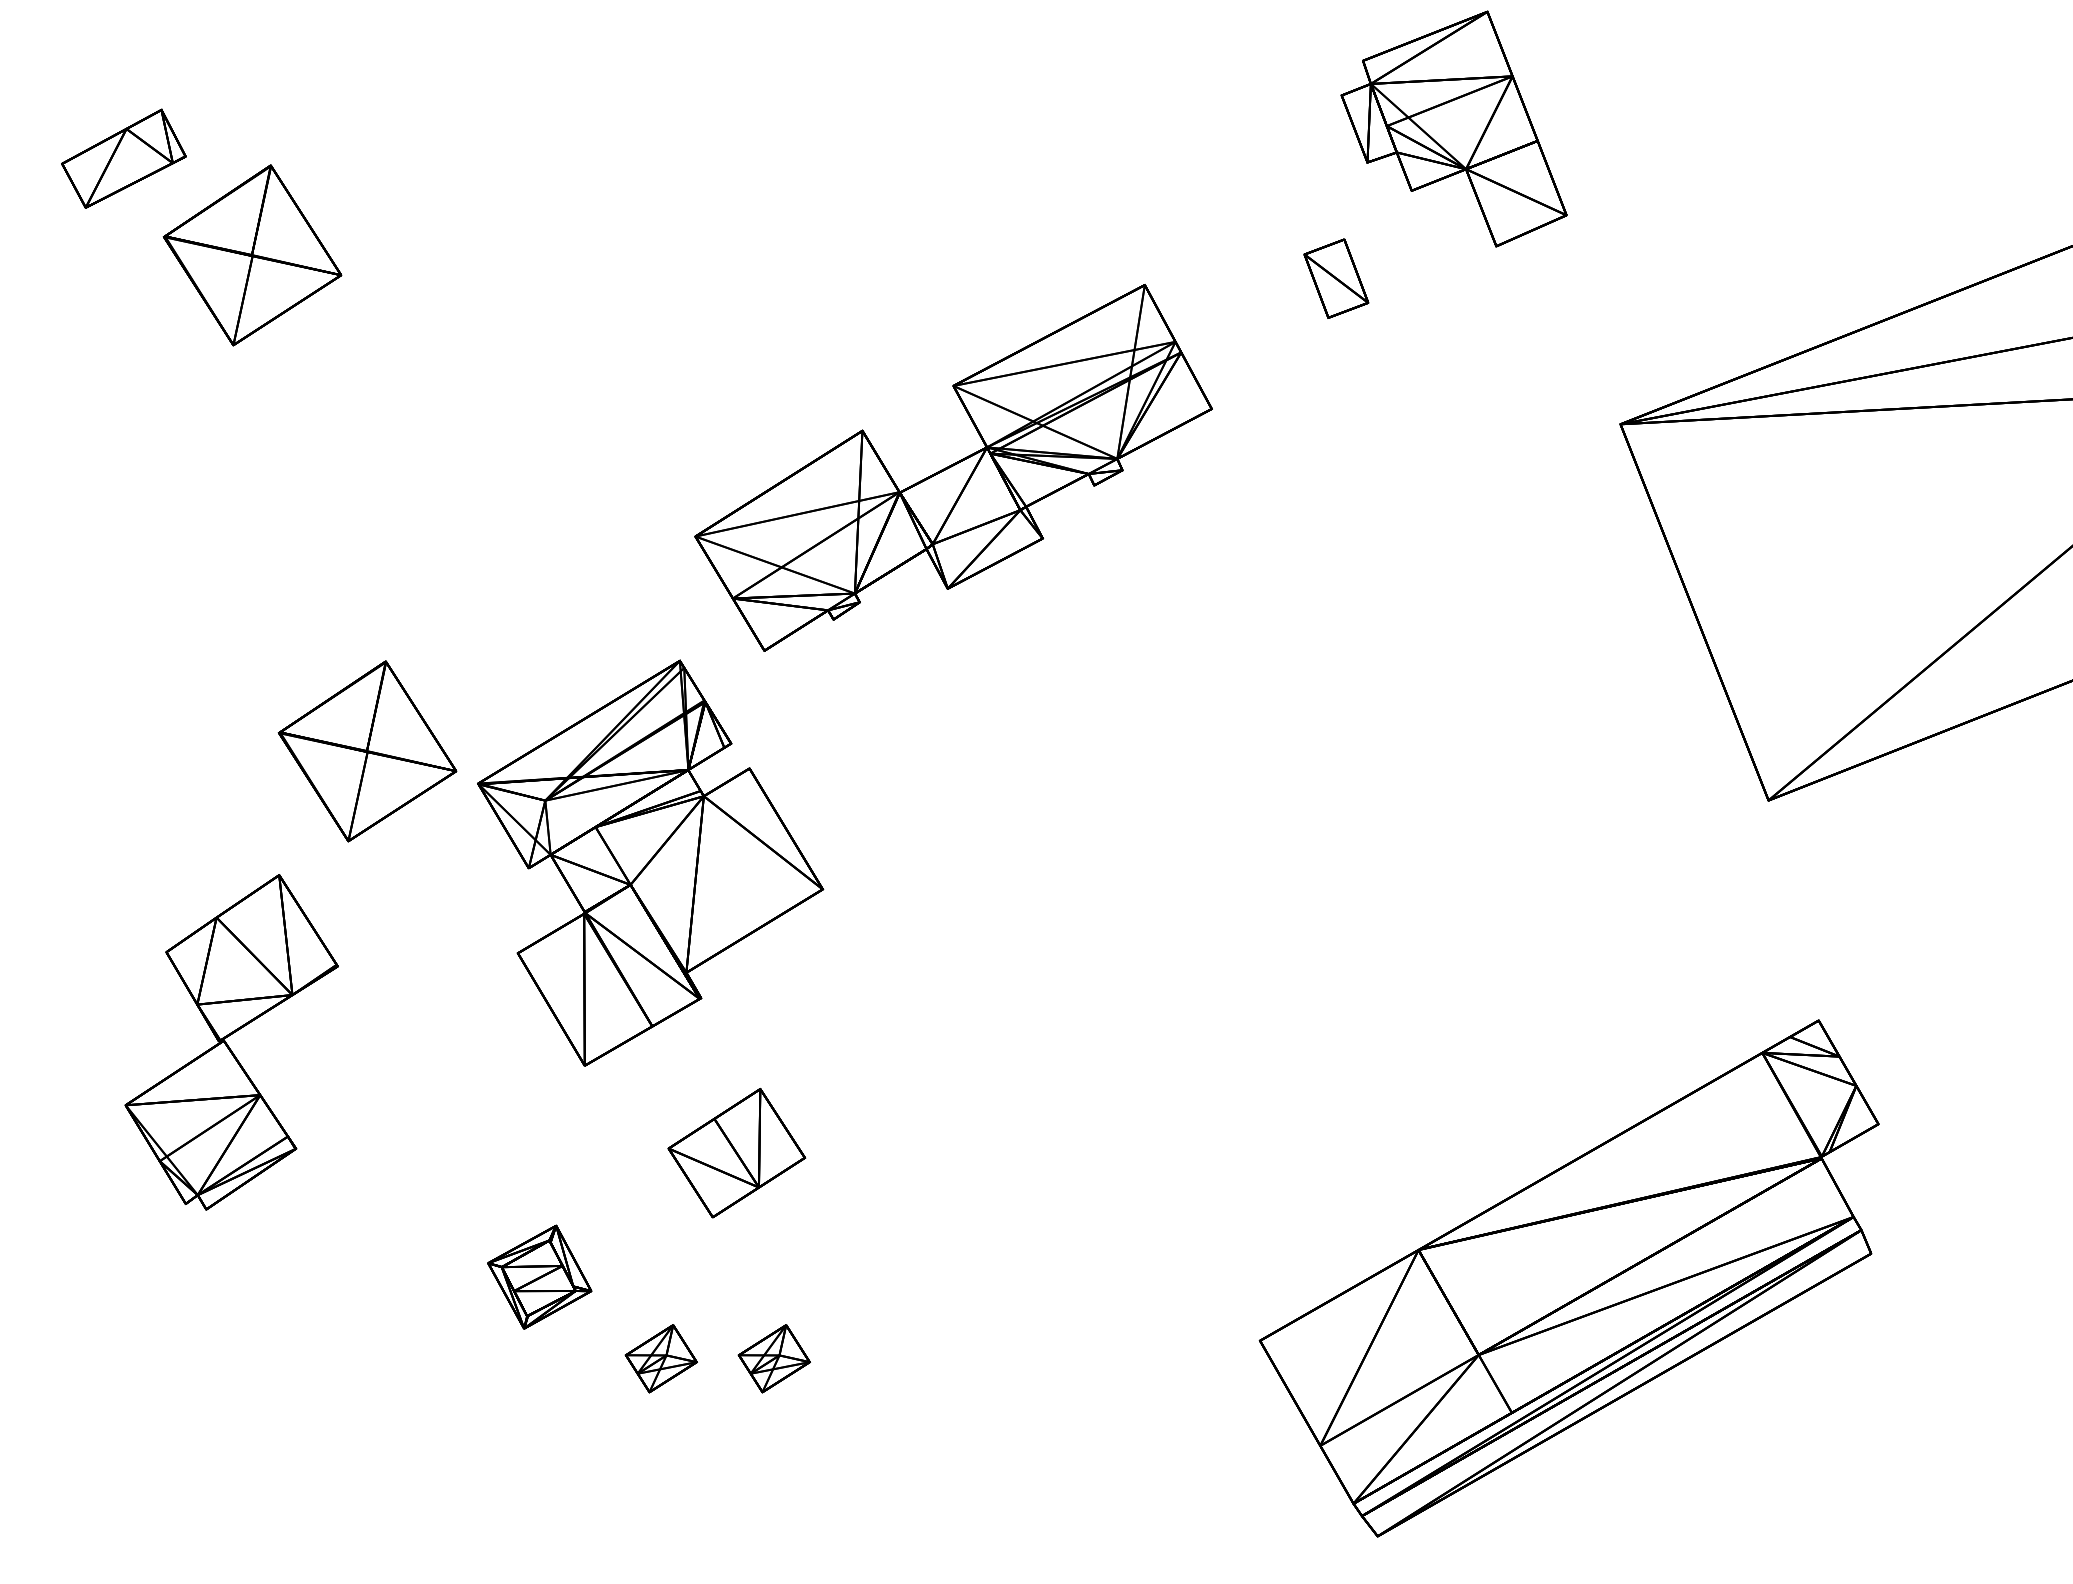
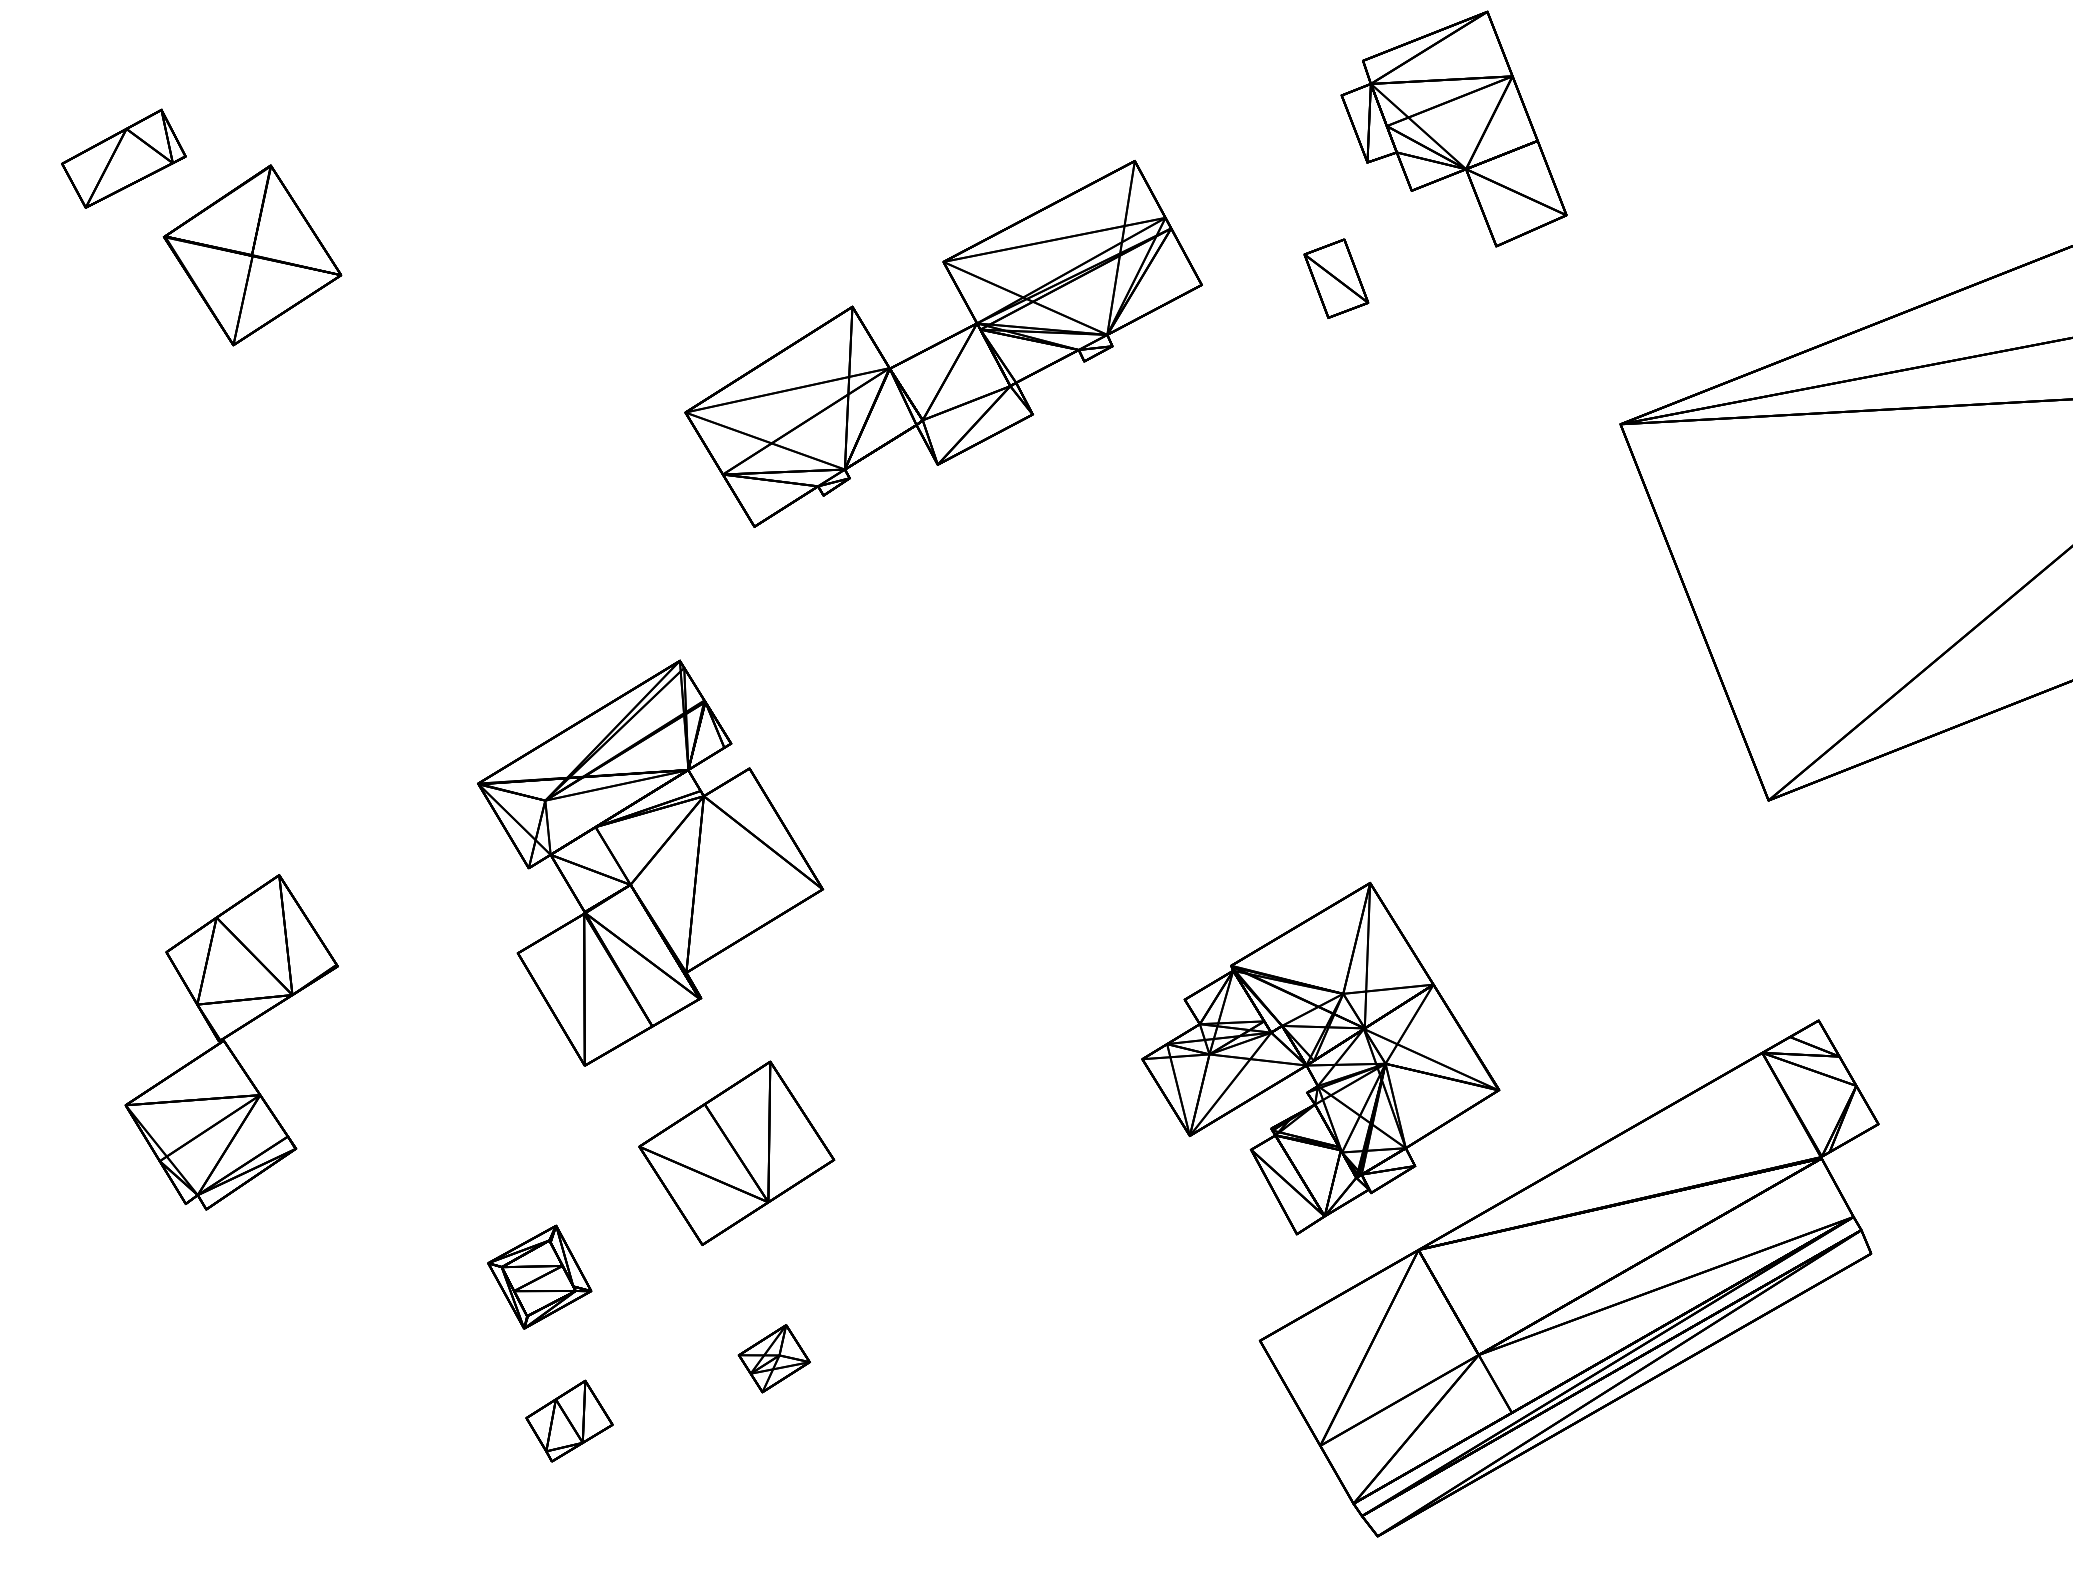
part at (953, 467) position: (953, 467) -> (943, 343)
part at (367, 751): present -> none
part at (1320, 1058): none -> present
part at (736, 1153) size: 140x131 px -> 198x186 px
part at (660, 1358): present -> none
part at (569, 1420): none -> present
